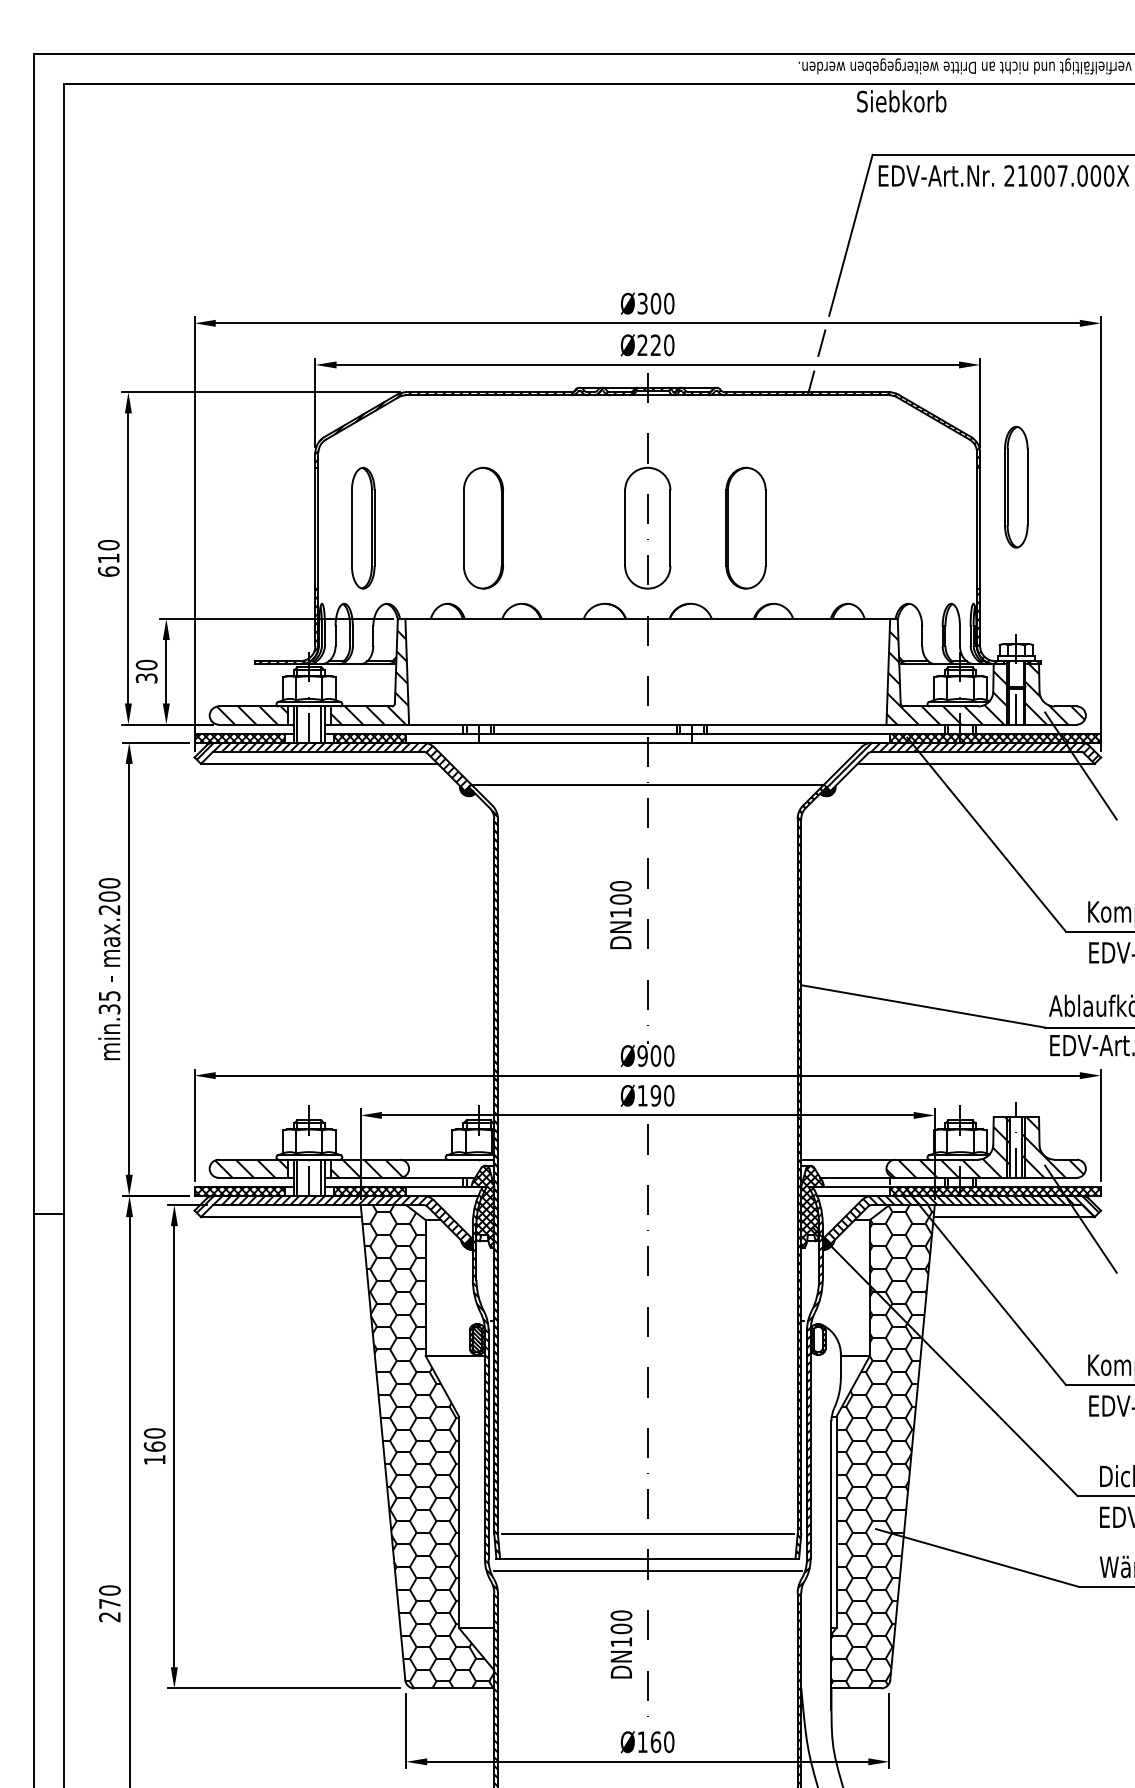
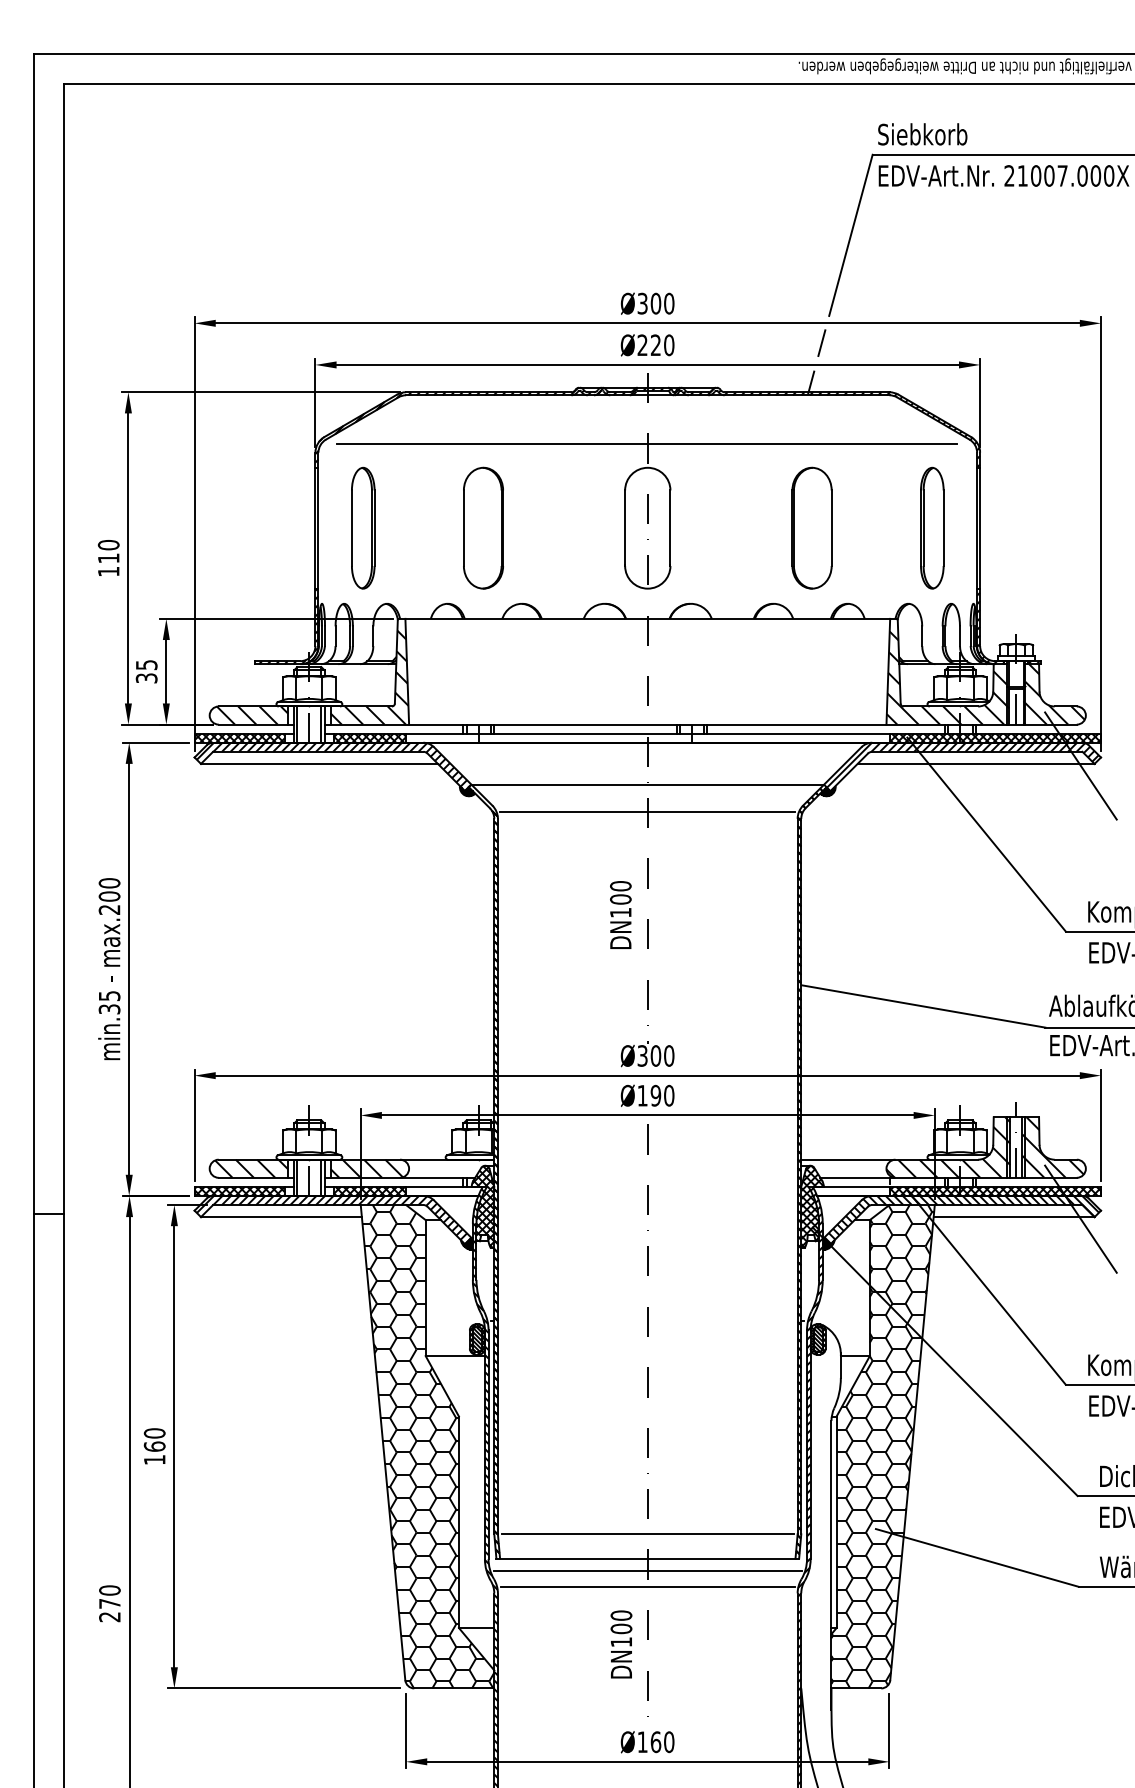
text at (901, 101) position: (901, 101) -> (922, 134)
line at (646, 443): none -> present
part at (1016, 486) position: (1016, 486) -> (932, 527)
part at (745, 527) position: (745, 527) -> (811, 527)
text at (108, 571): 610 -> 110
text at (146, 664): 30 -> 35
line at (647, 811): none -> present
text at (642, 1055): Ø900 -> Ø300
hatch at (817, 1339): none -> present
line at (647, 1586): none -> present
